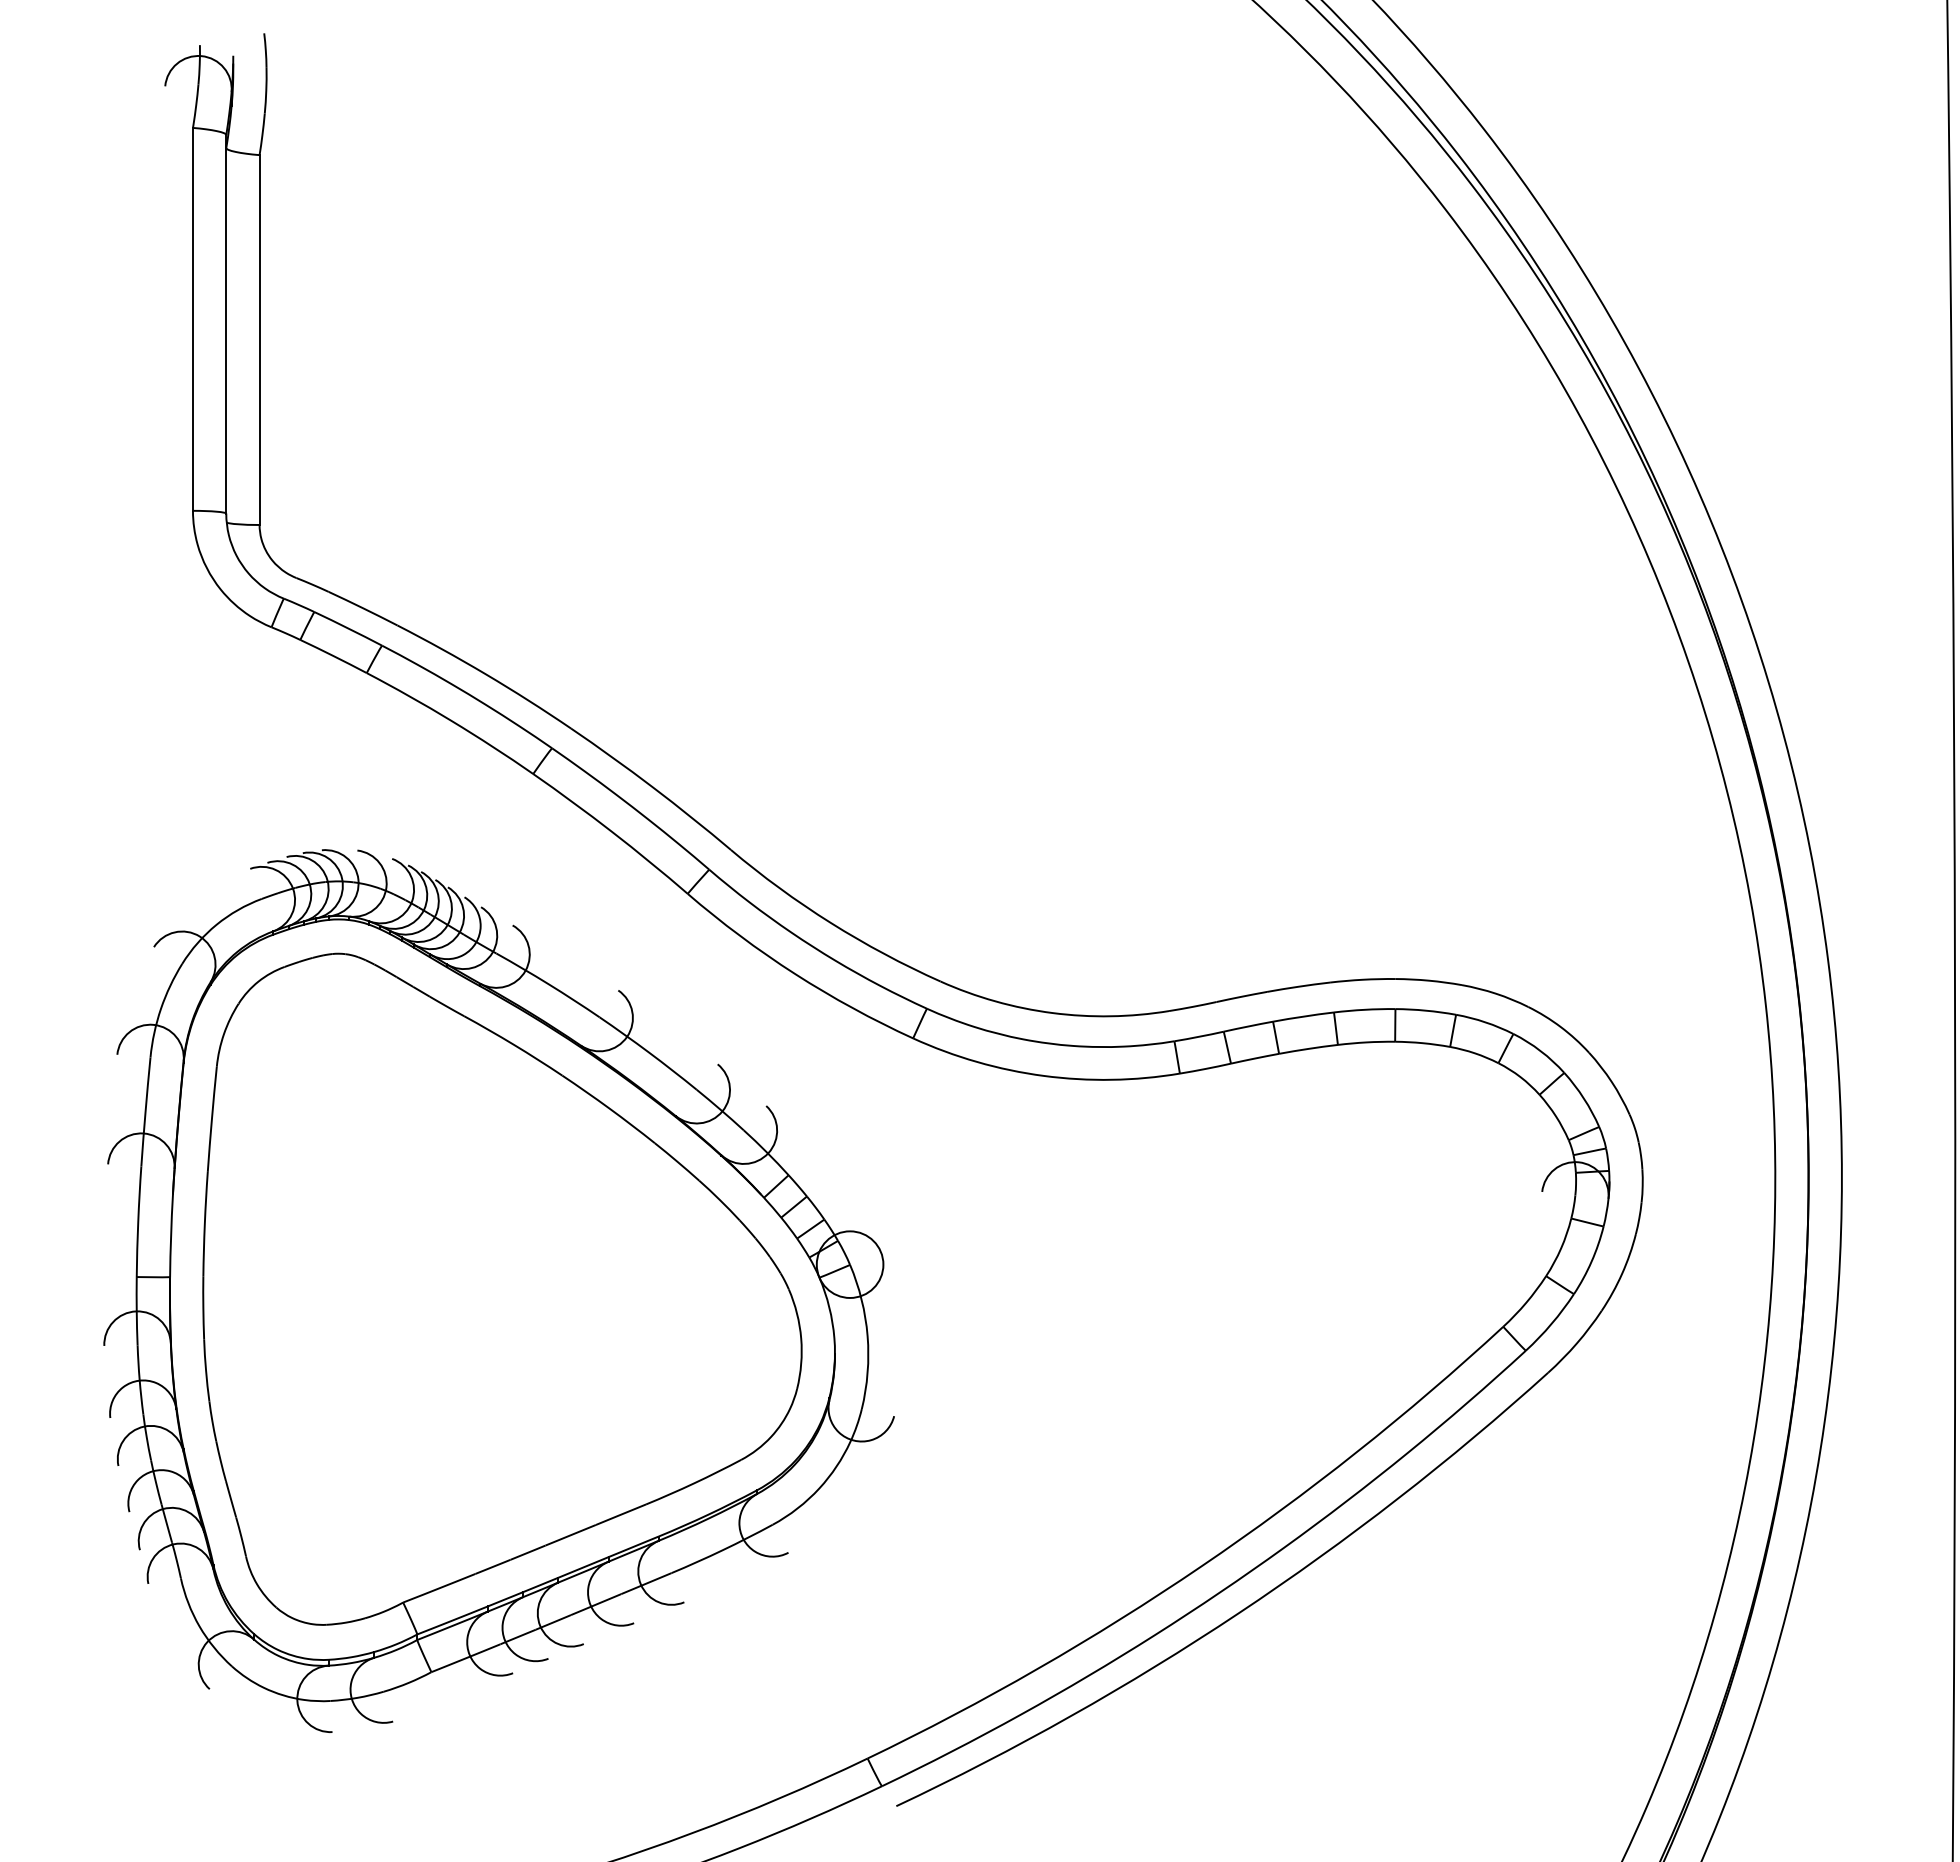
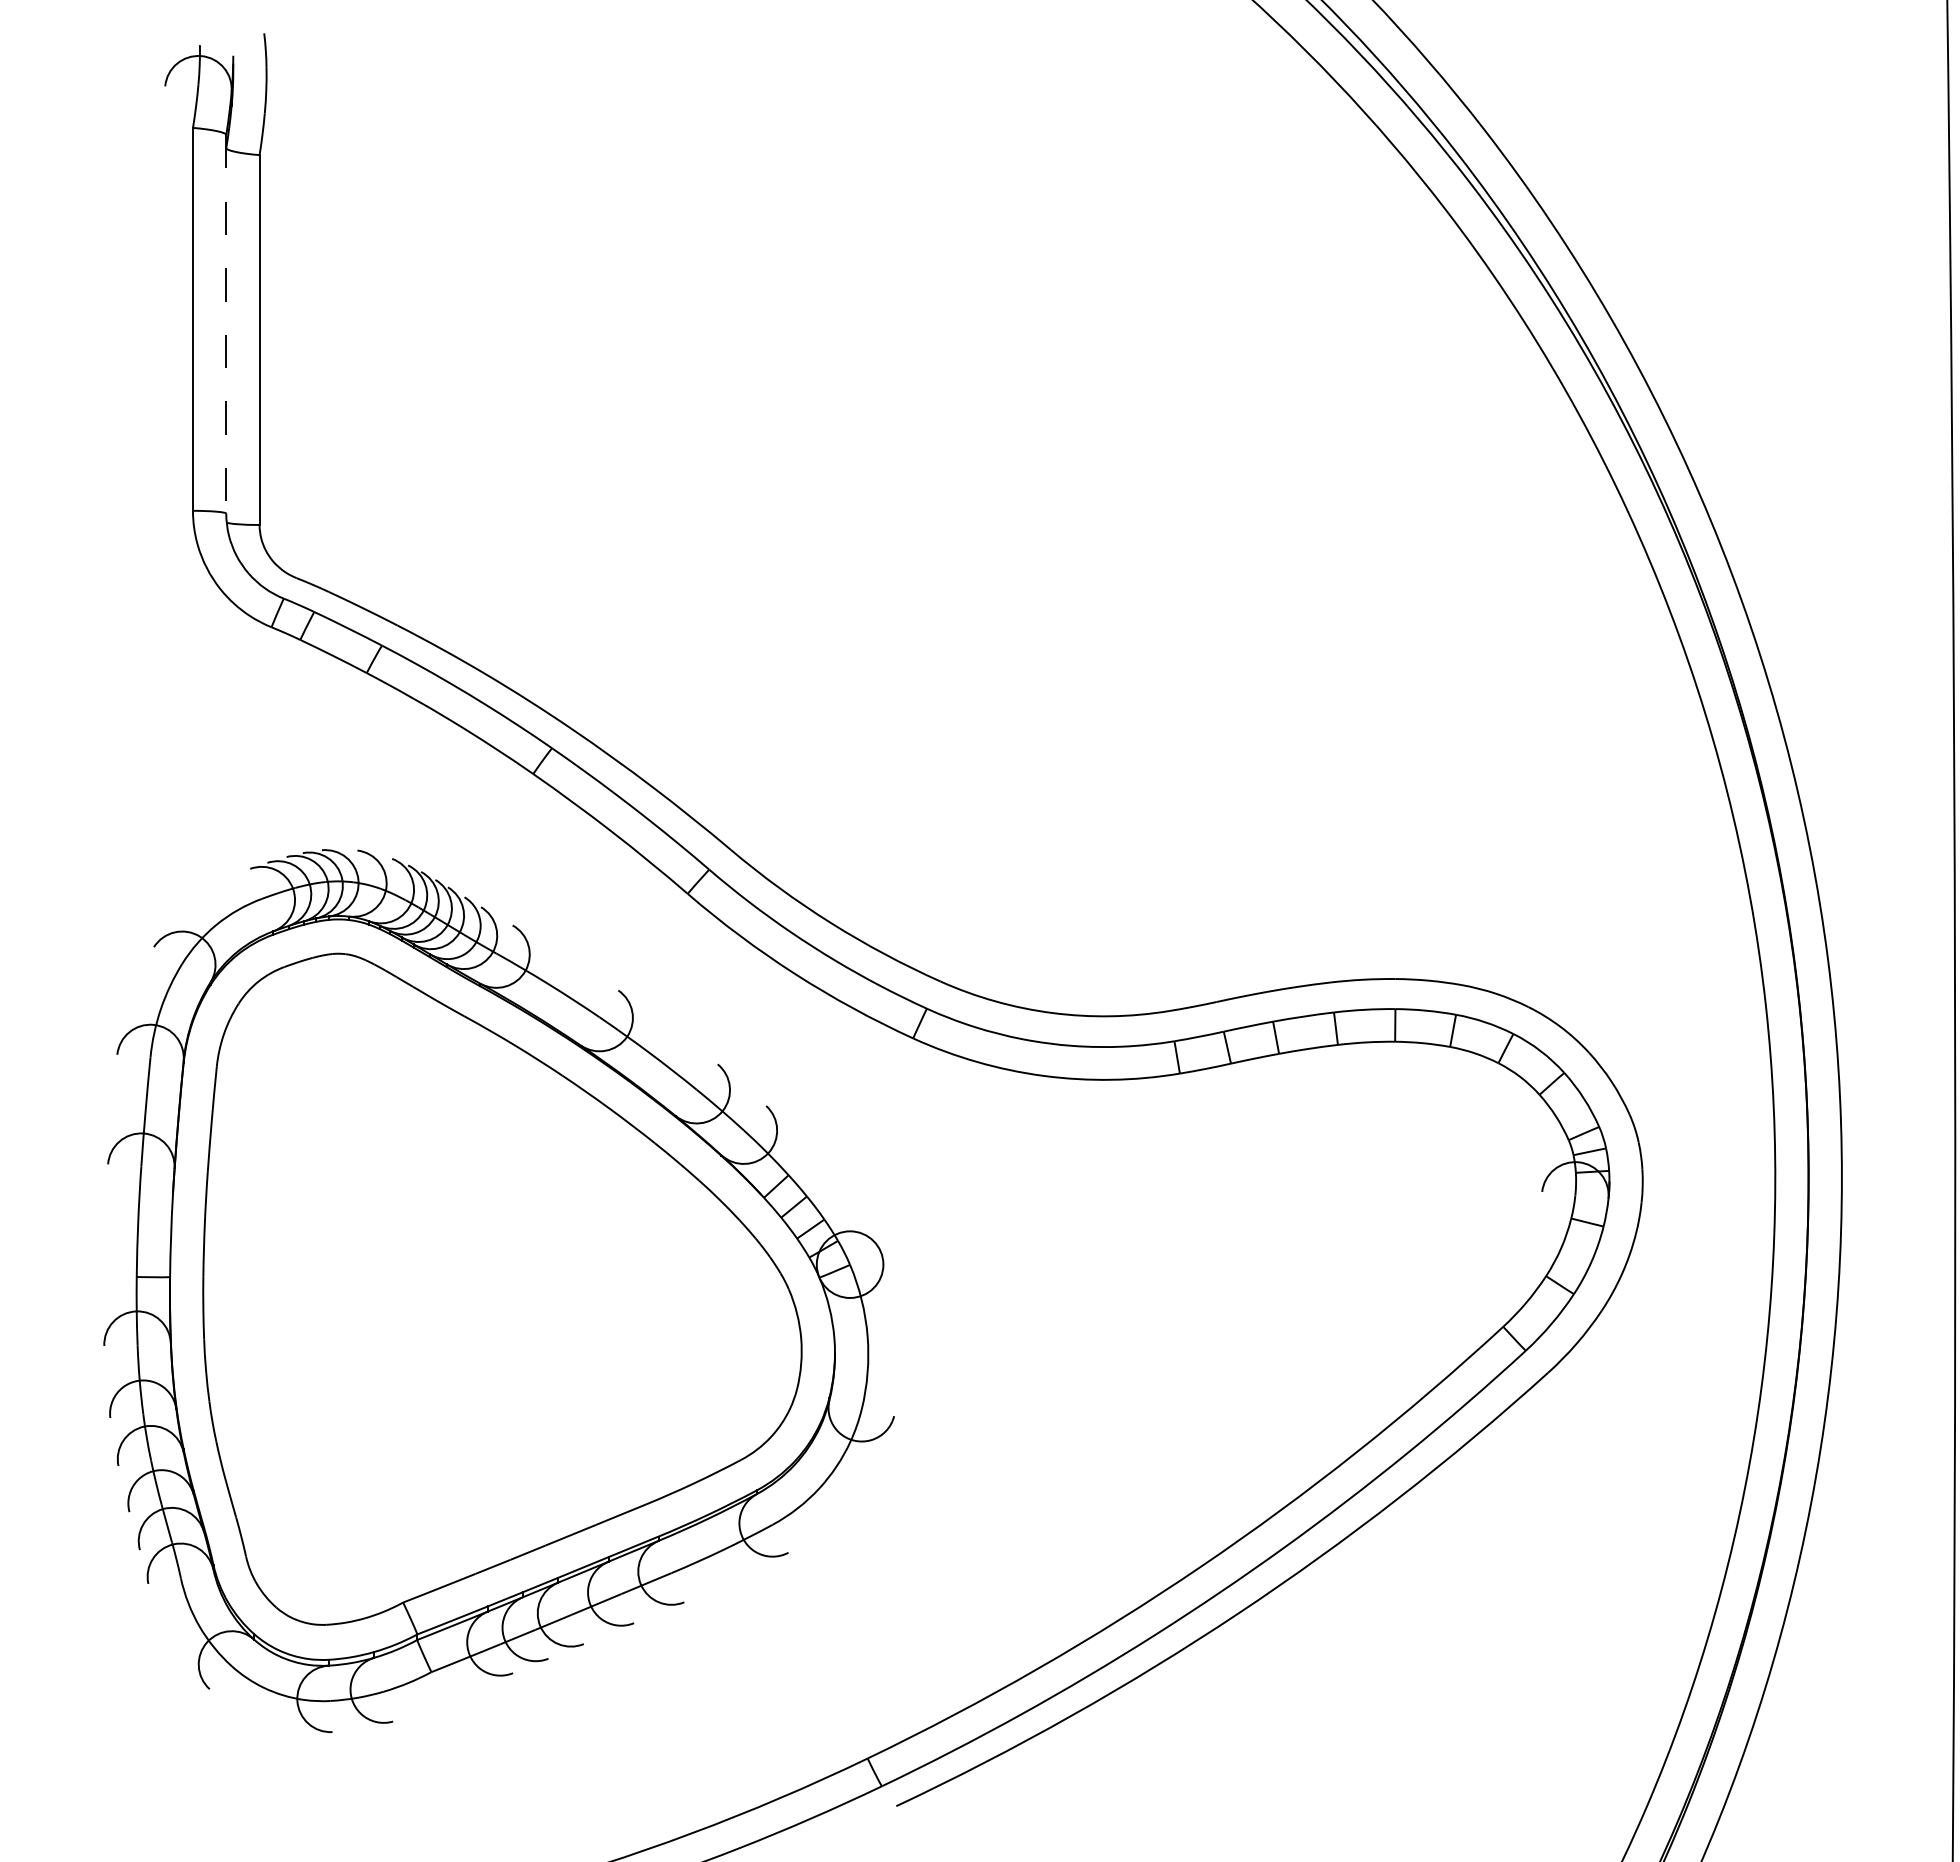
line at (226, 324): solid -> dashed
